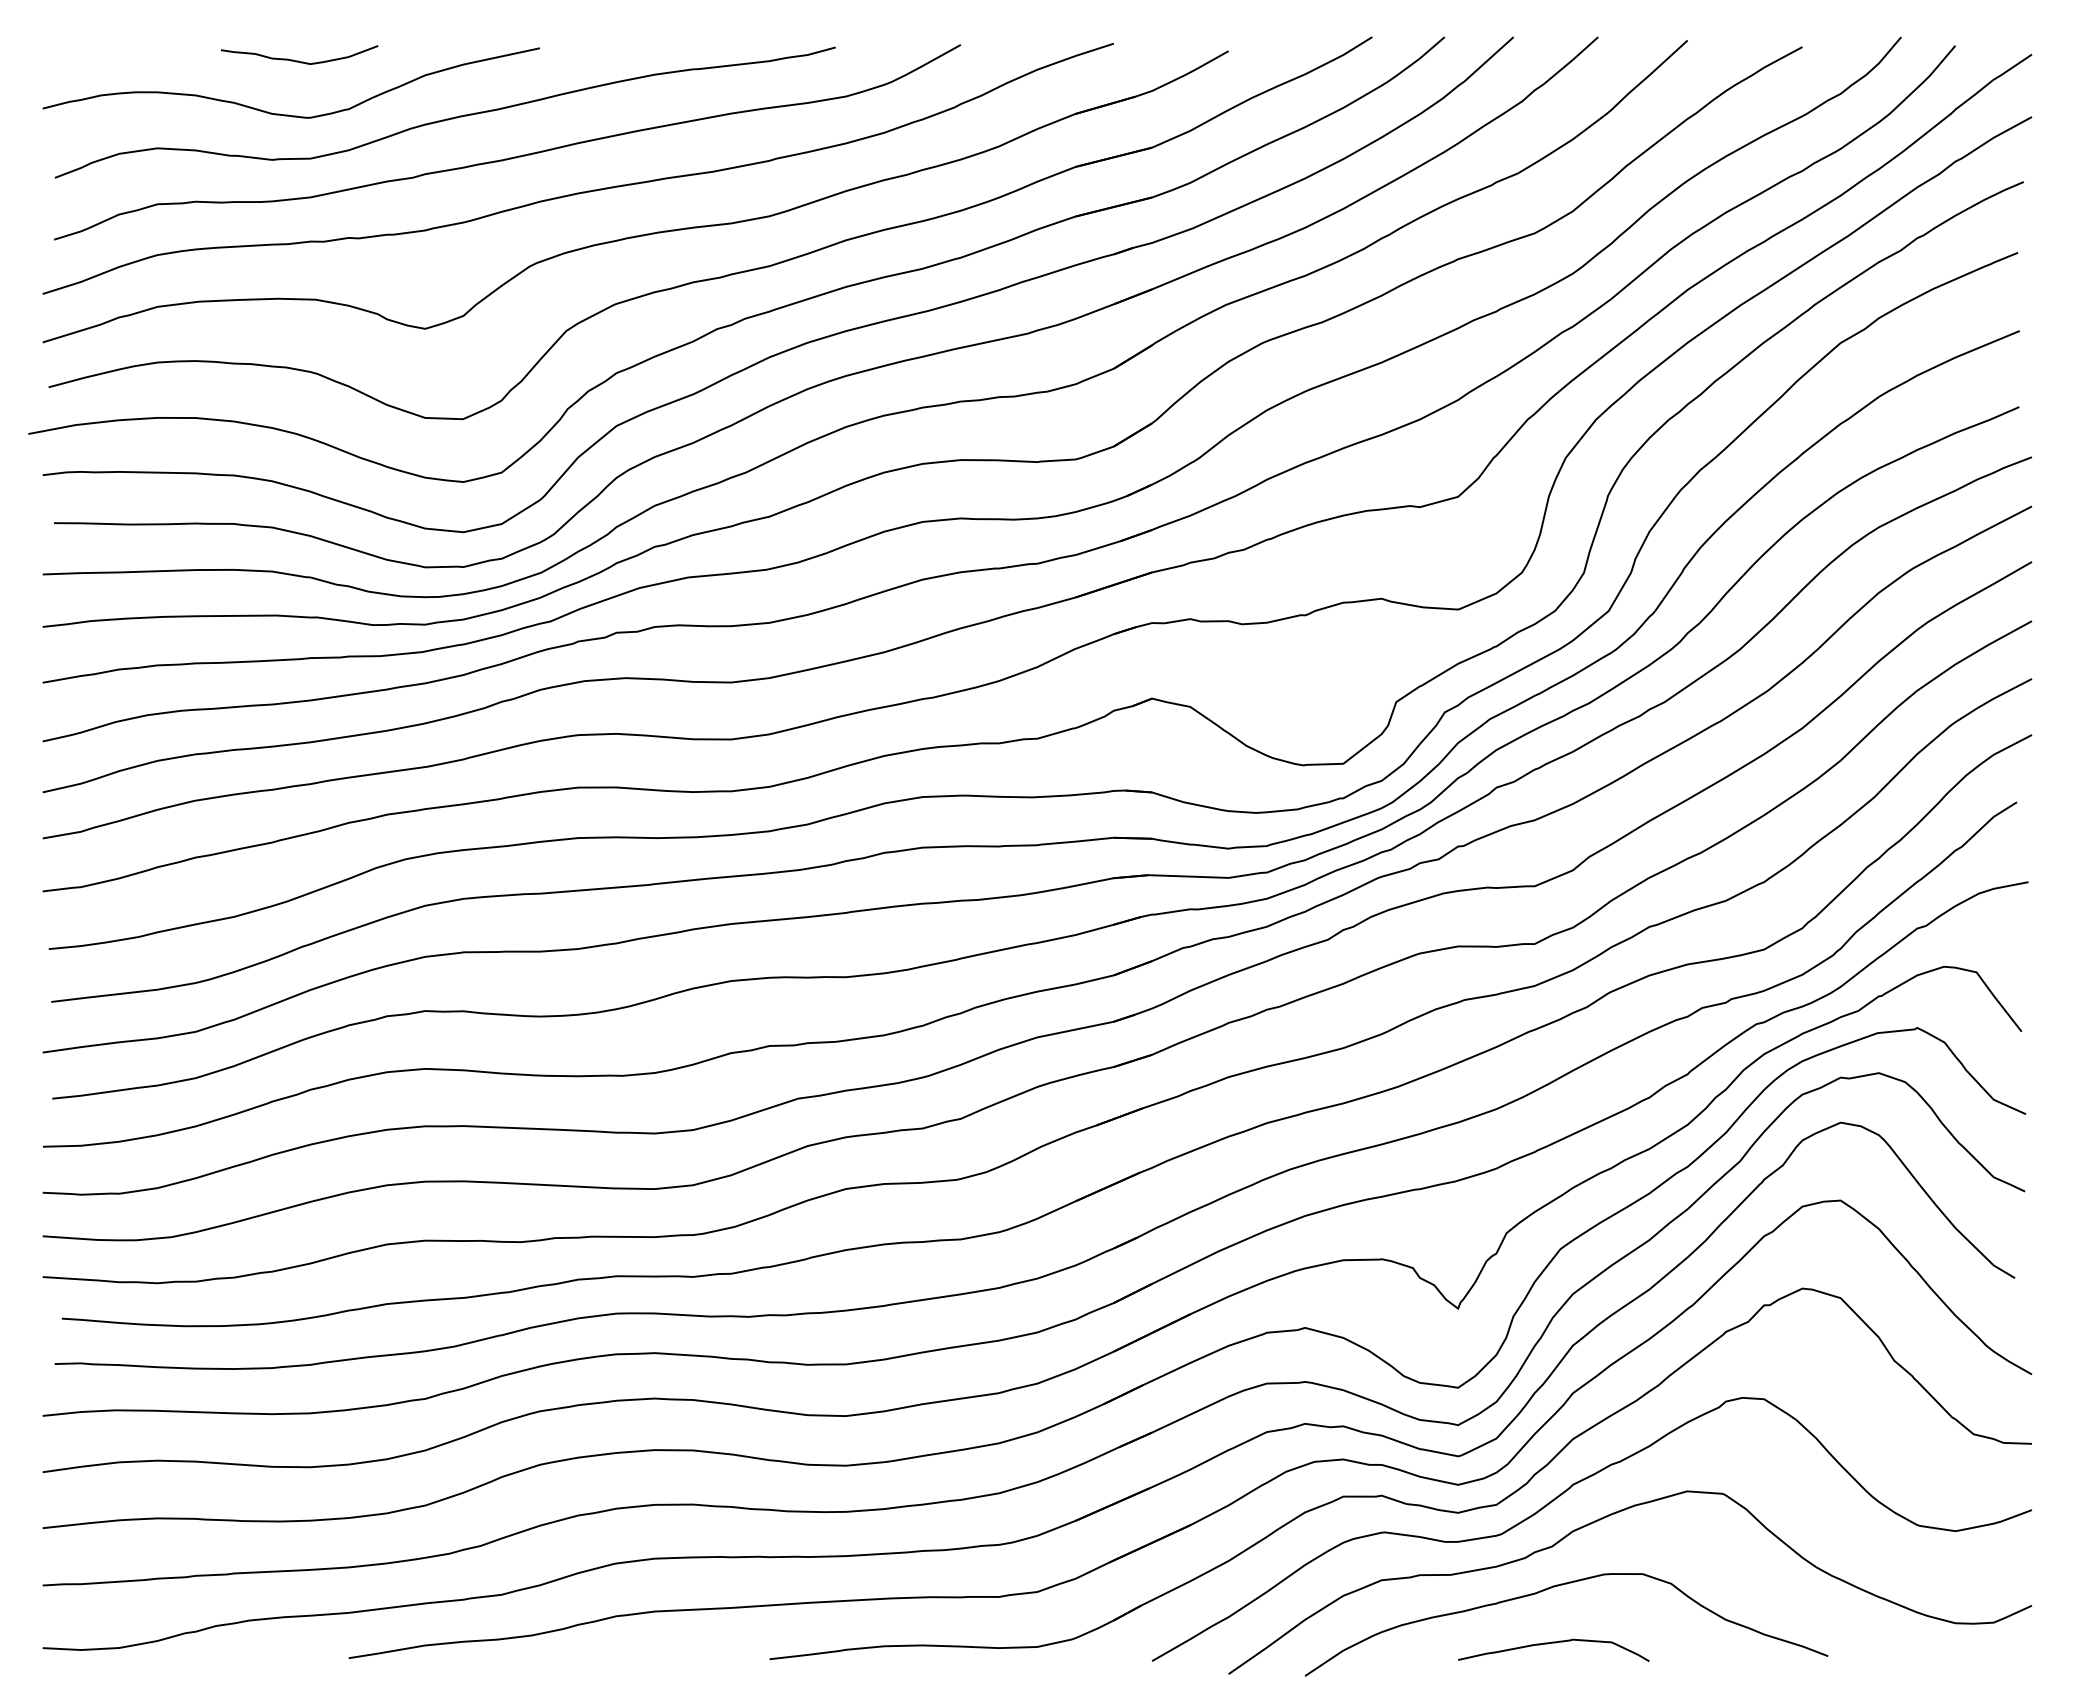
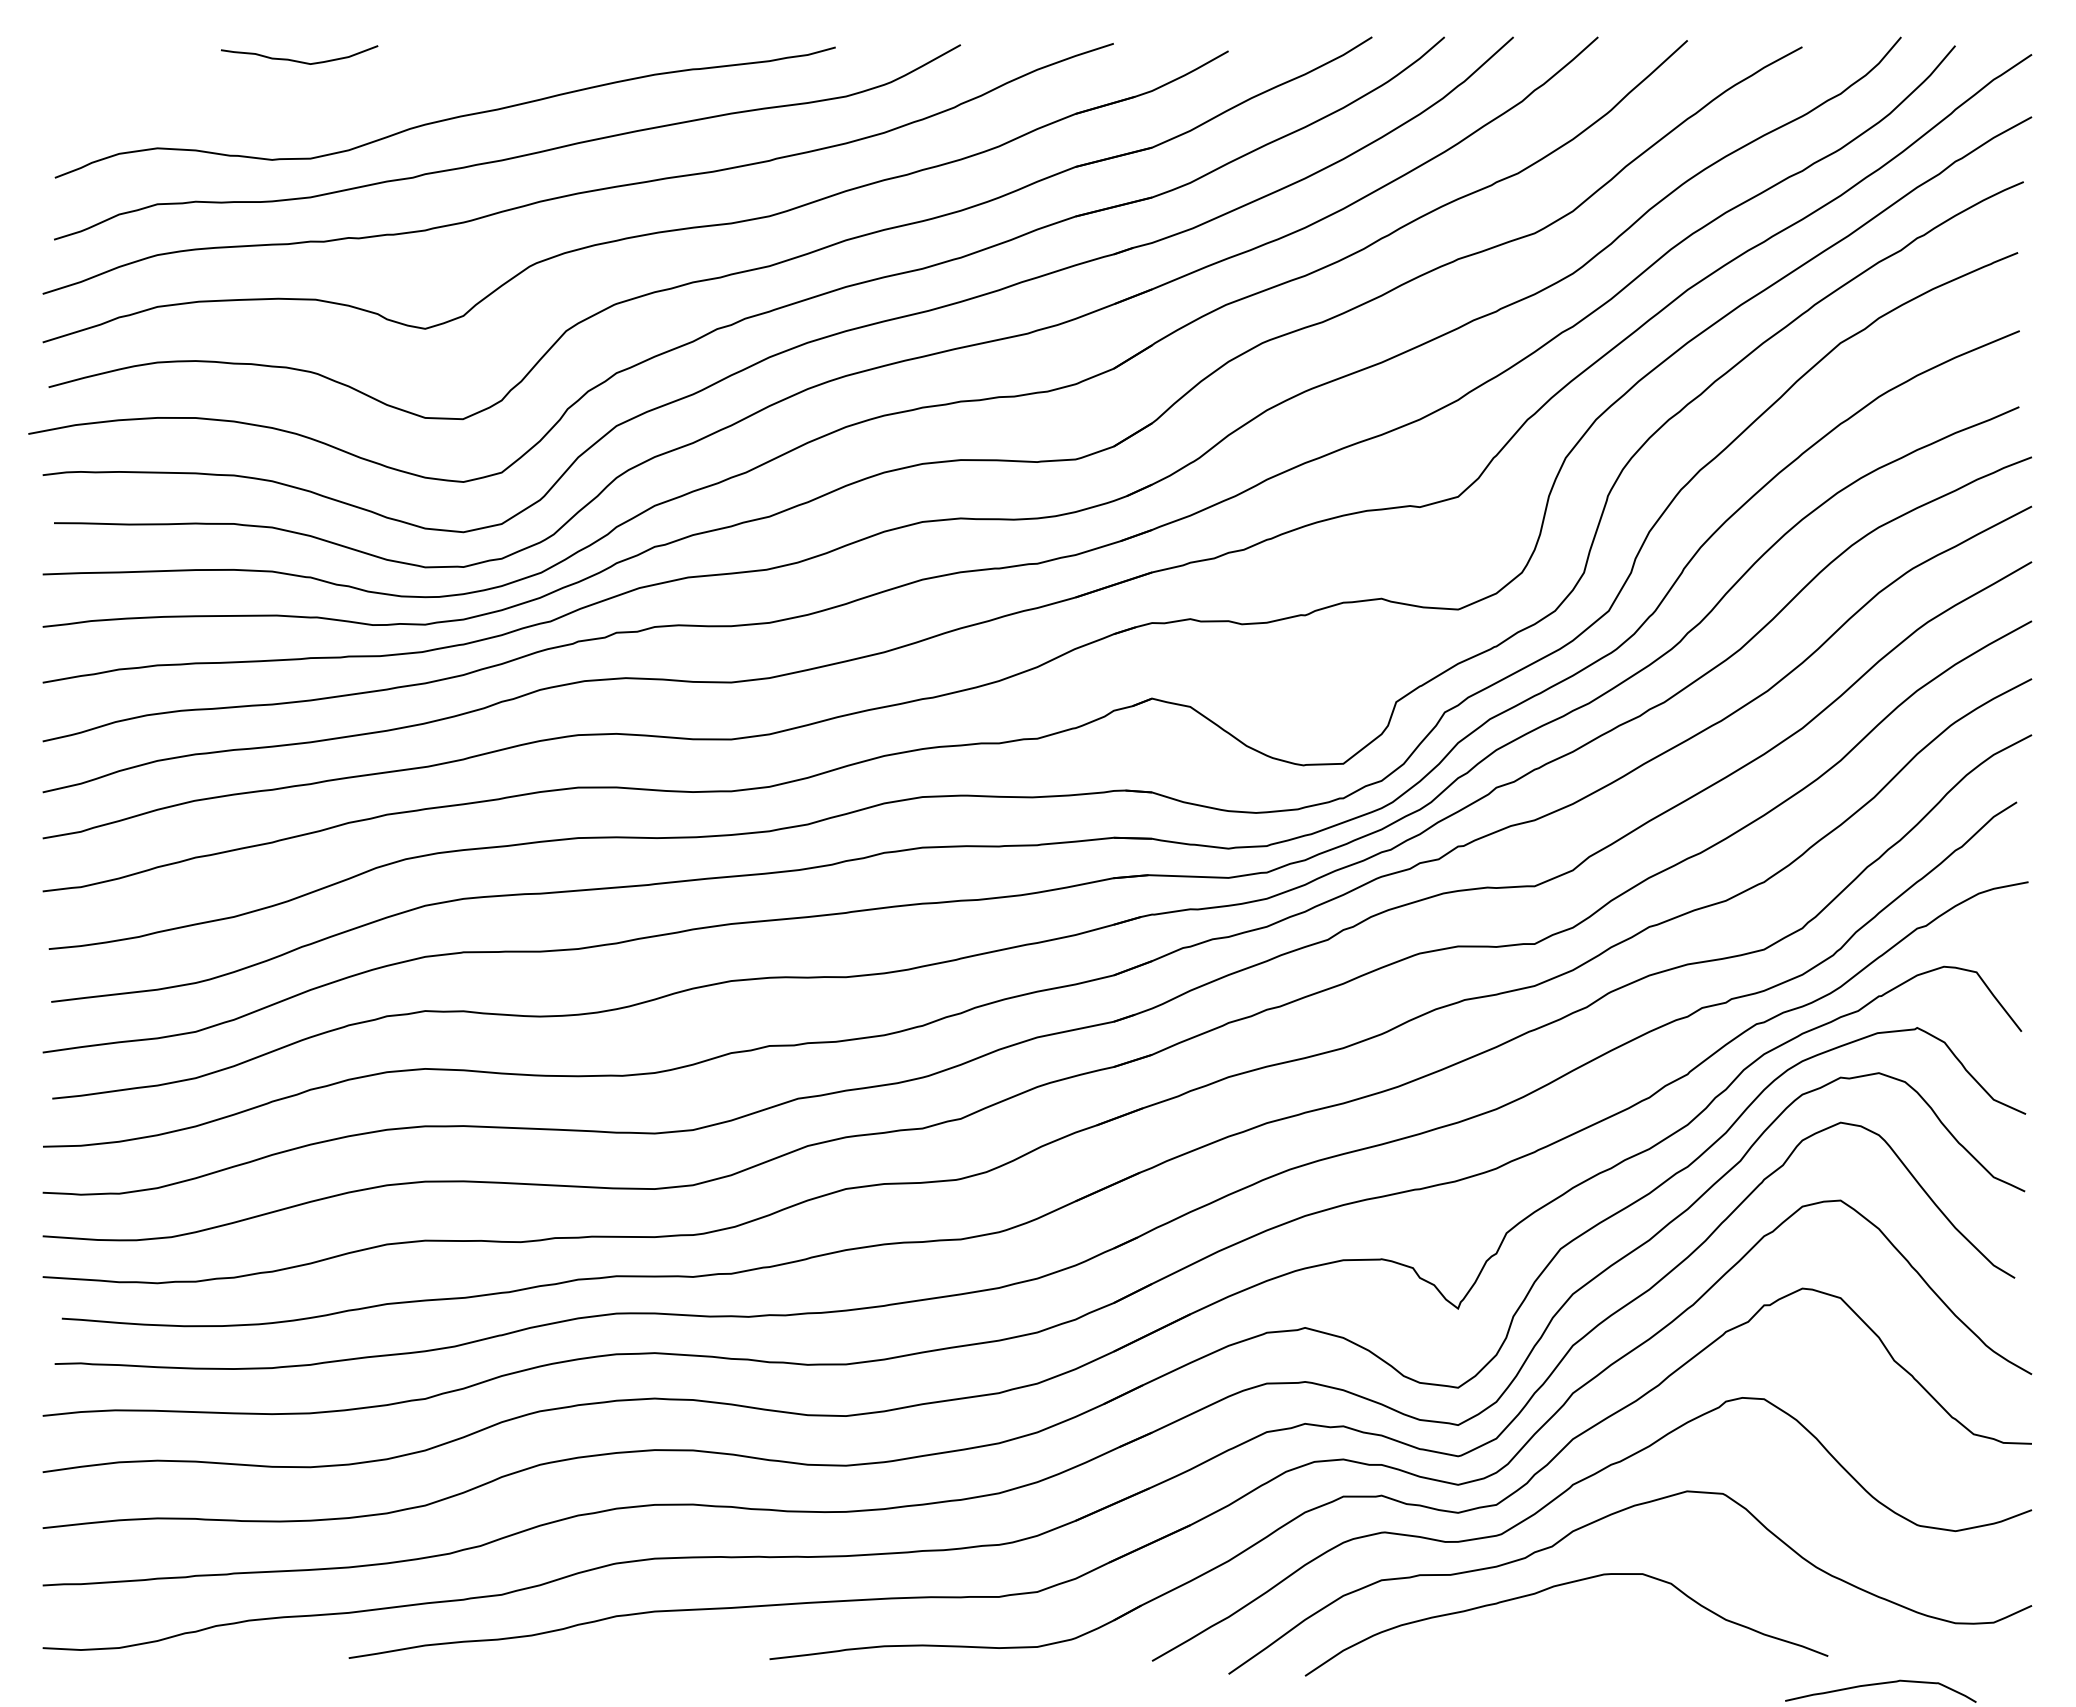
curve at (288, 114): present -> none
curve at (1553, 1643) position: (1553, 1643) -> (1880, 1684)
